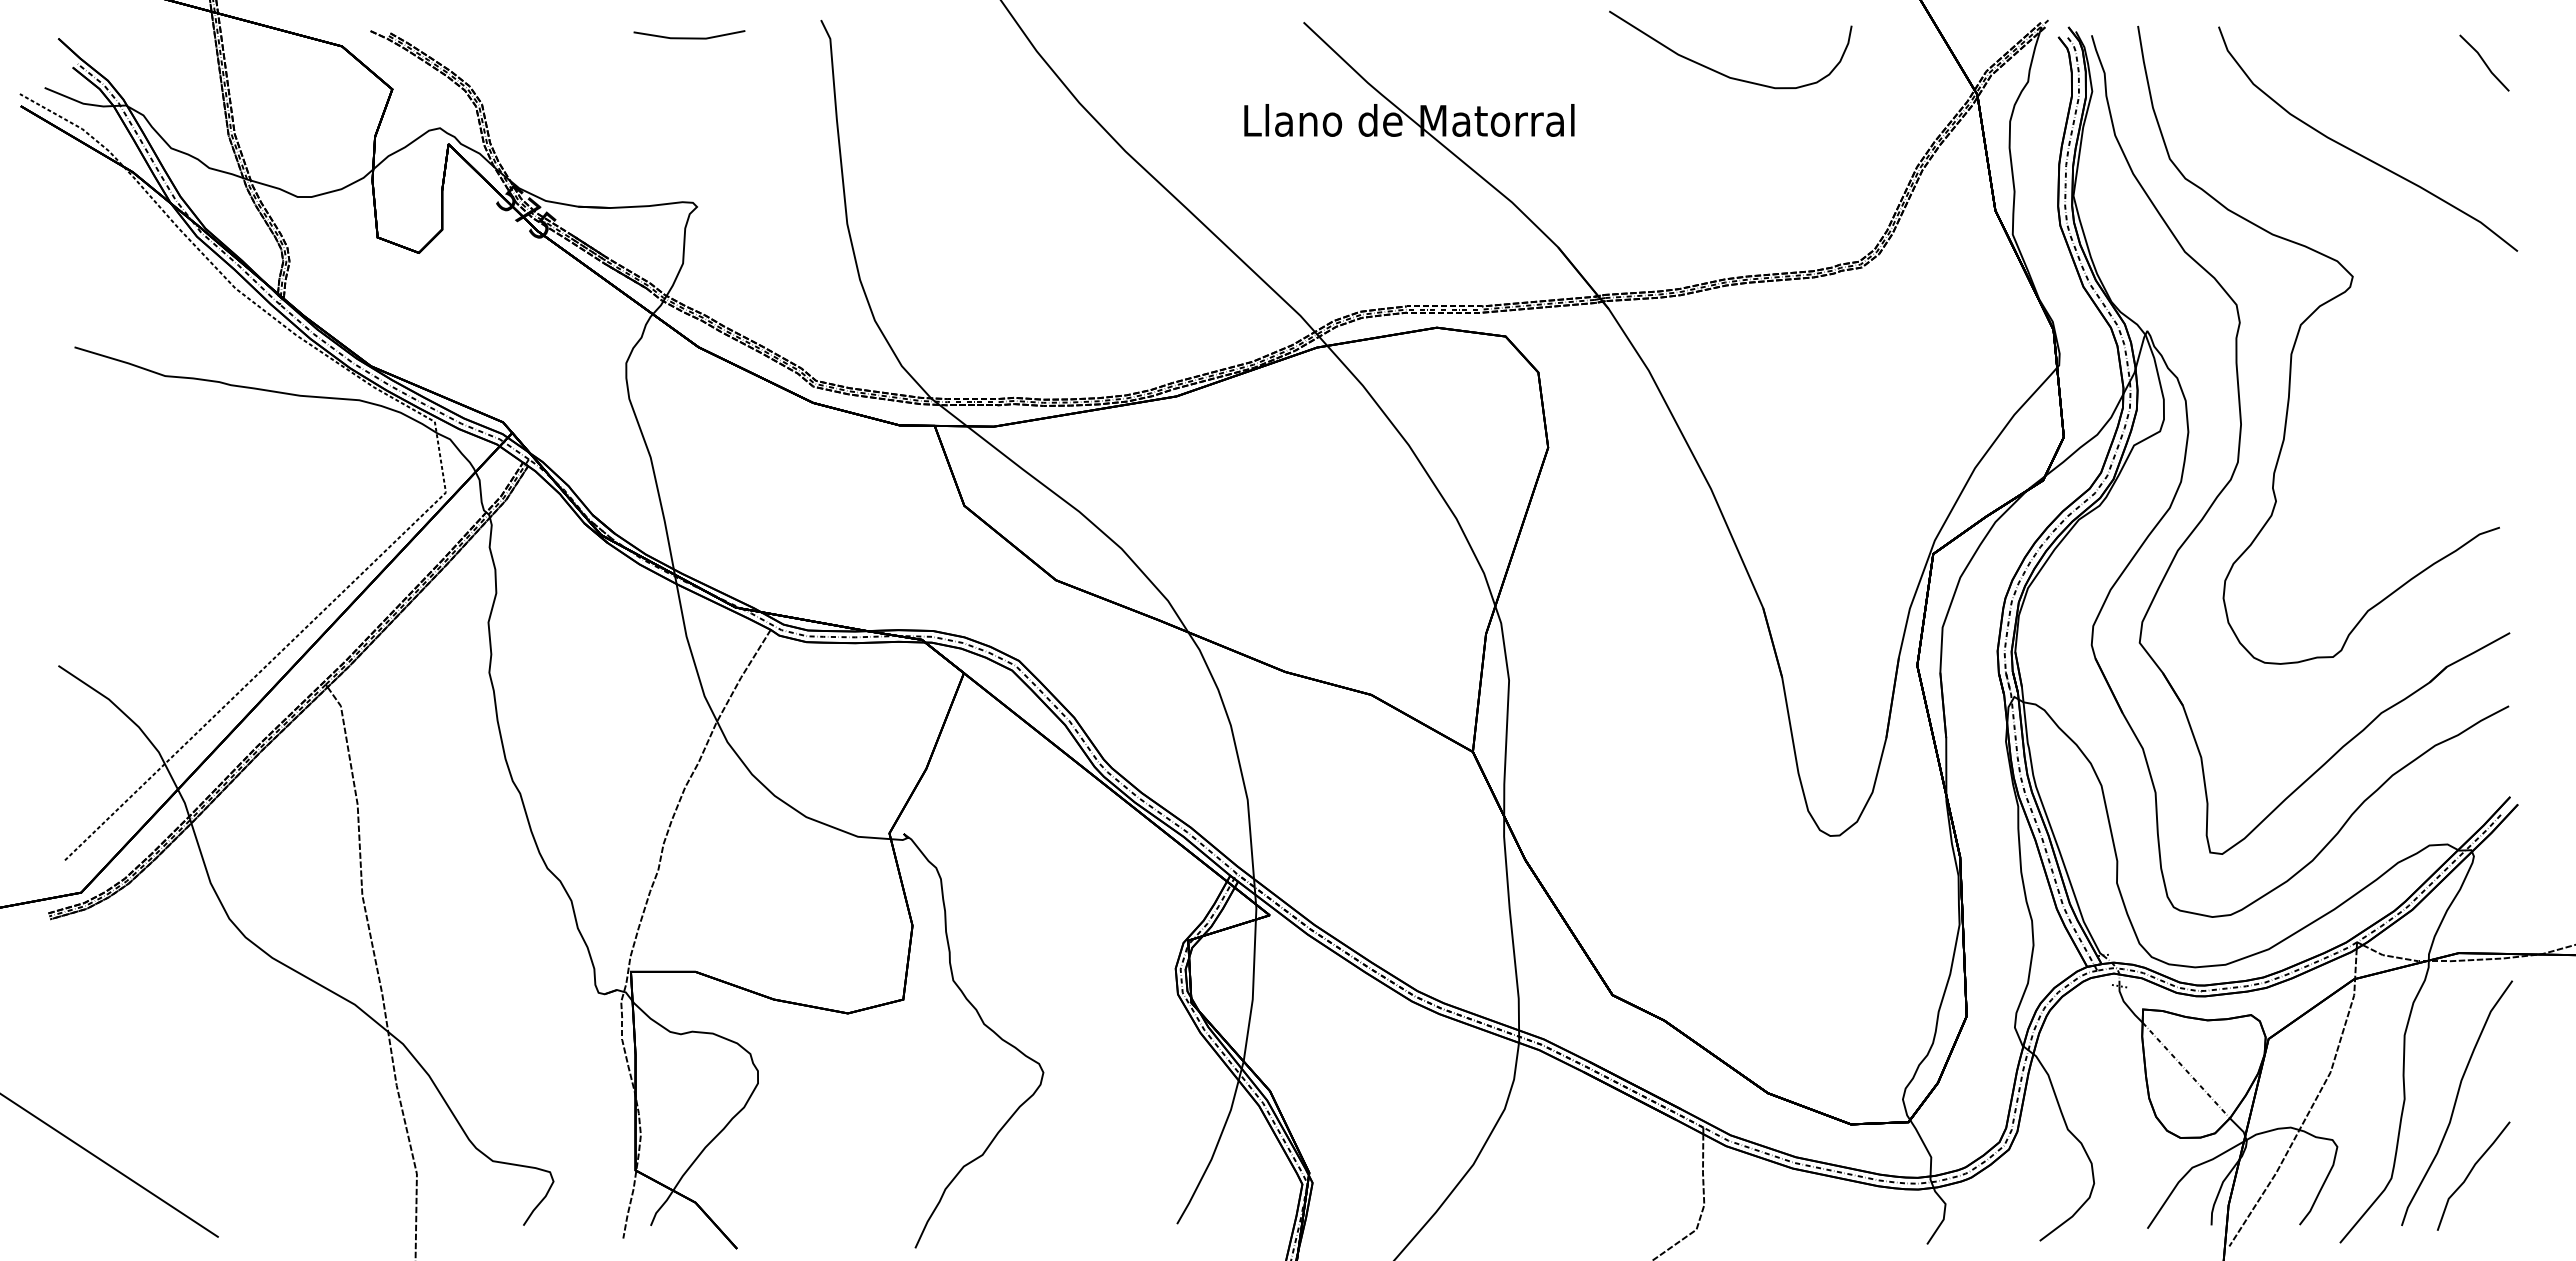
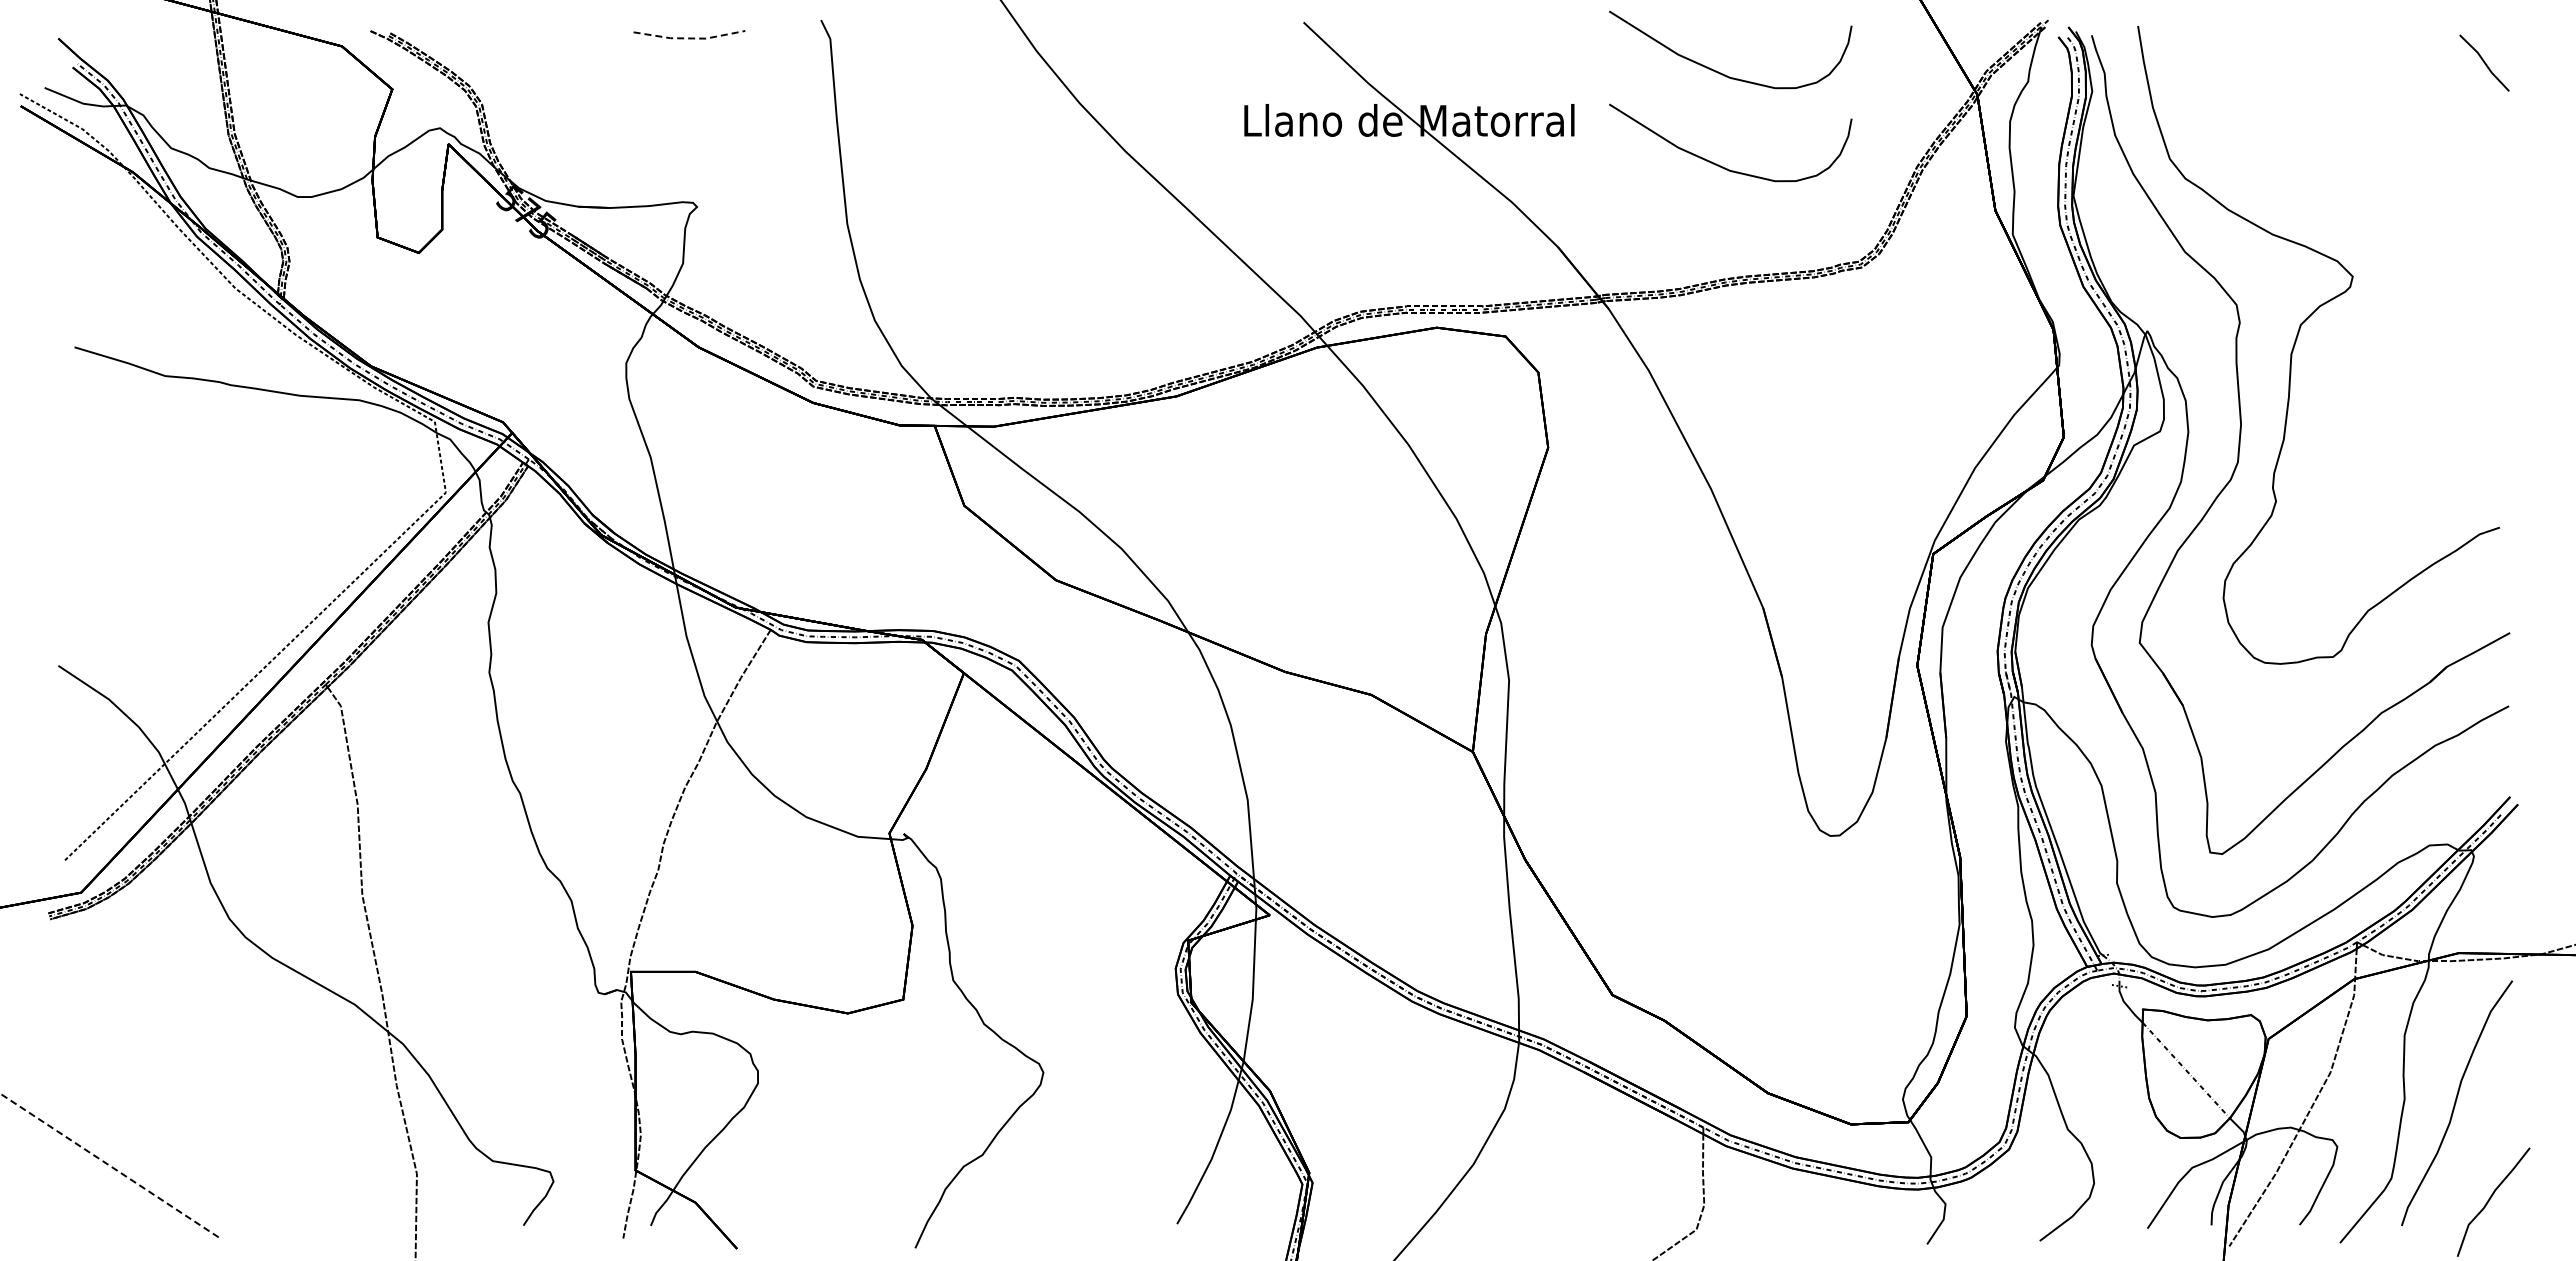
line at (690, 38): solid -> dashed
curve at (2361, 154): present -> none
curve at (1723, 166): none -> present
line at (109, 1165): solid -> dashed
curve at (2471, 1172) position: (2471, 1172) -> (2491, 1198)
